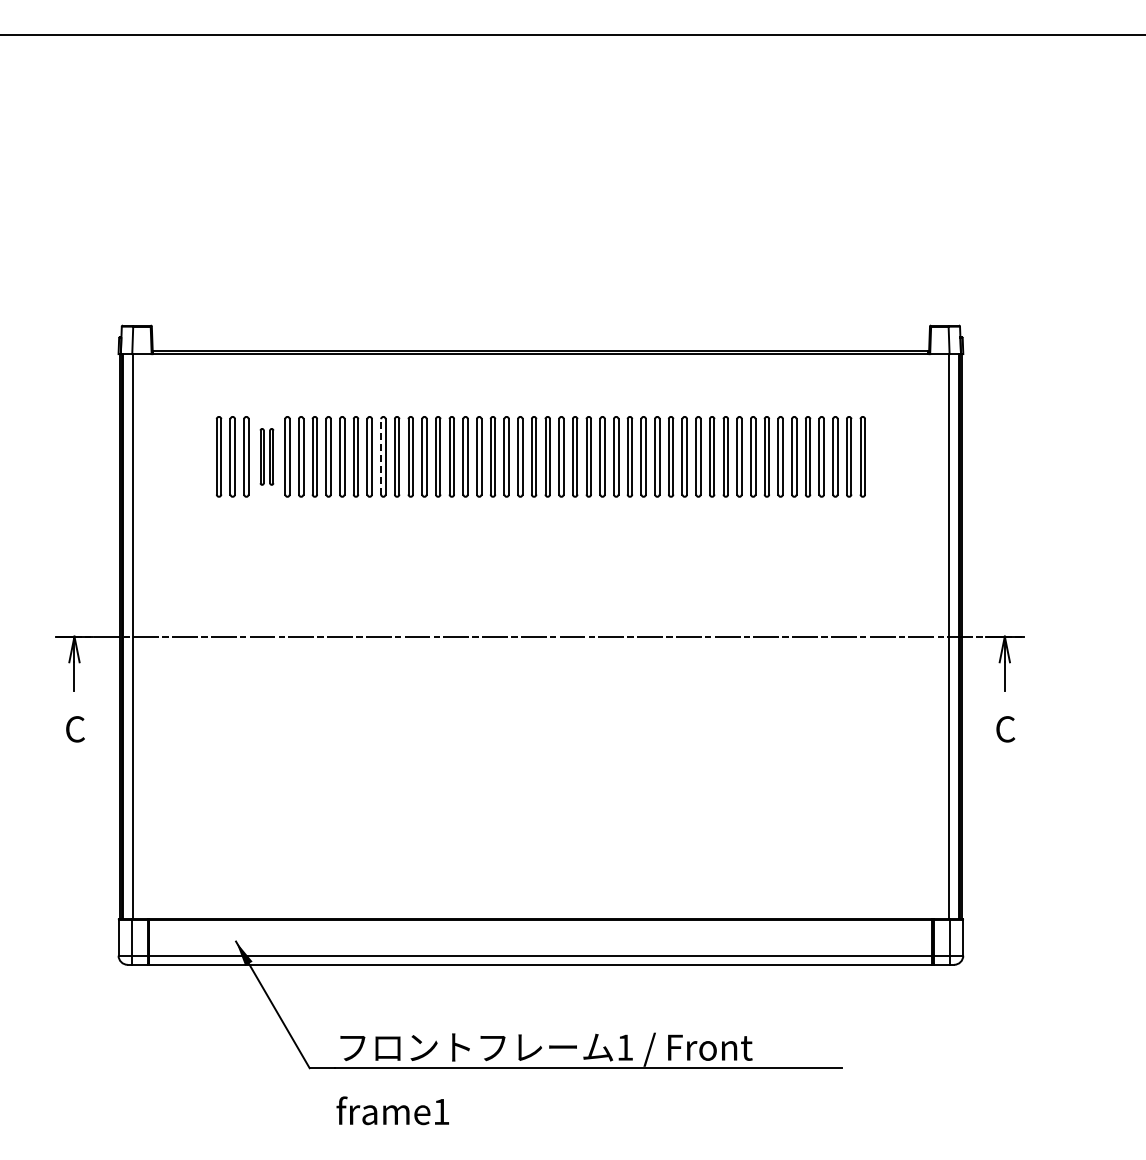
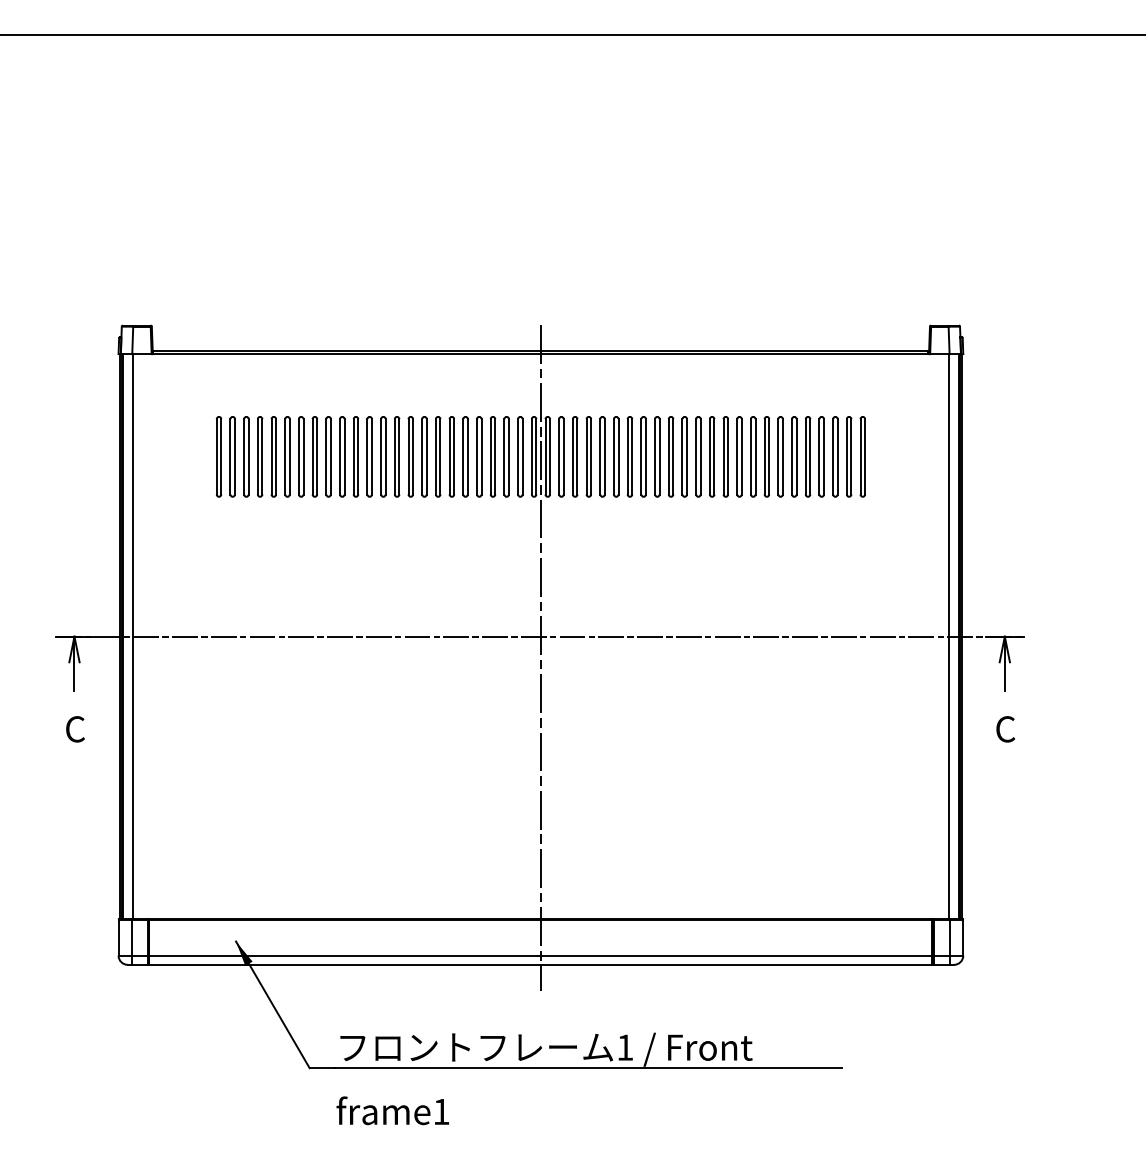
part at (266, 456) size: 16x58 px -> 20x82 px
line at (381, 456): dashed -> solid
line at (540, 657): none -> present
